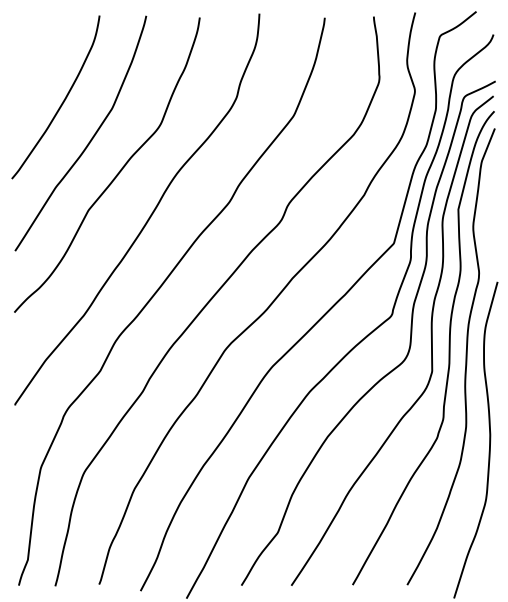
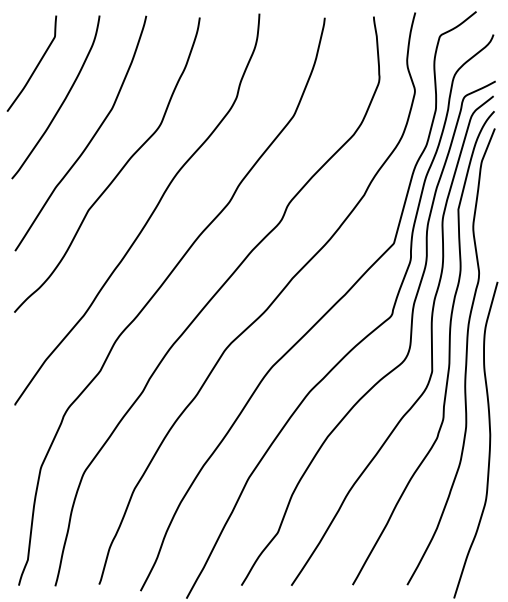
curve at (36, 65): none -> present
